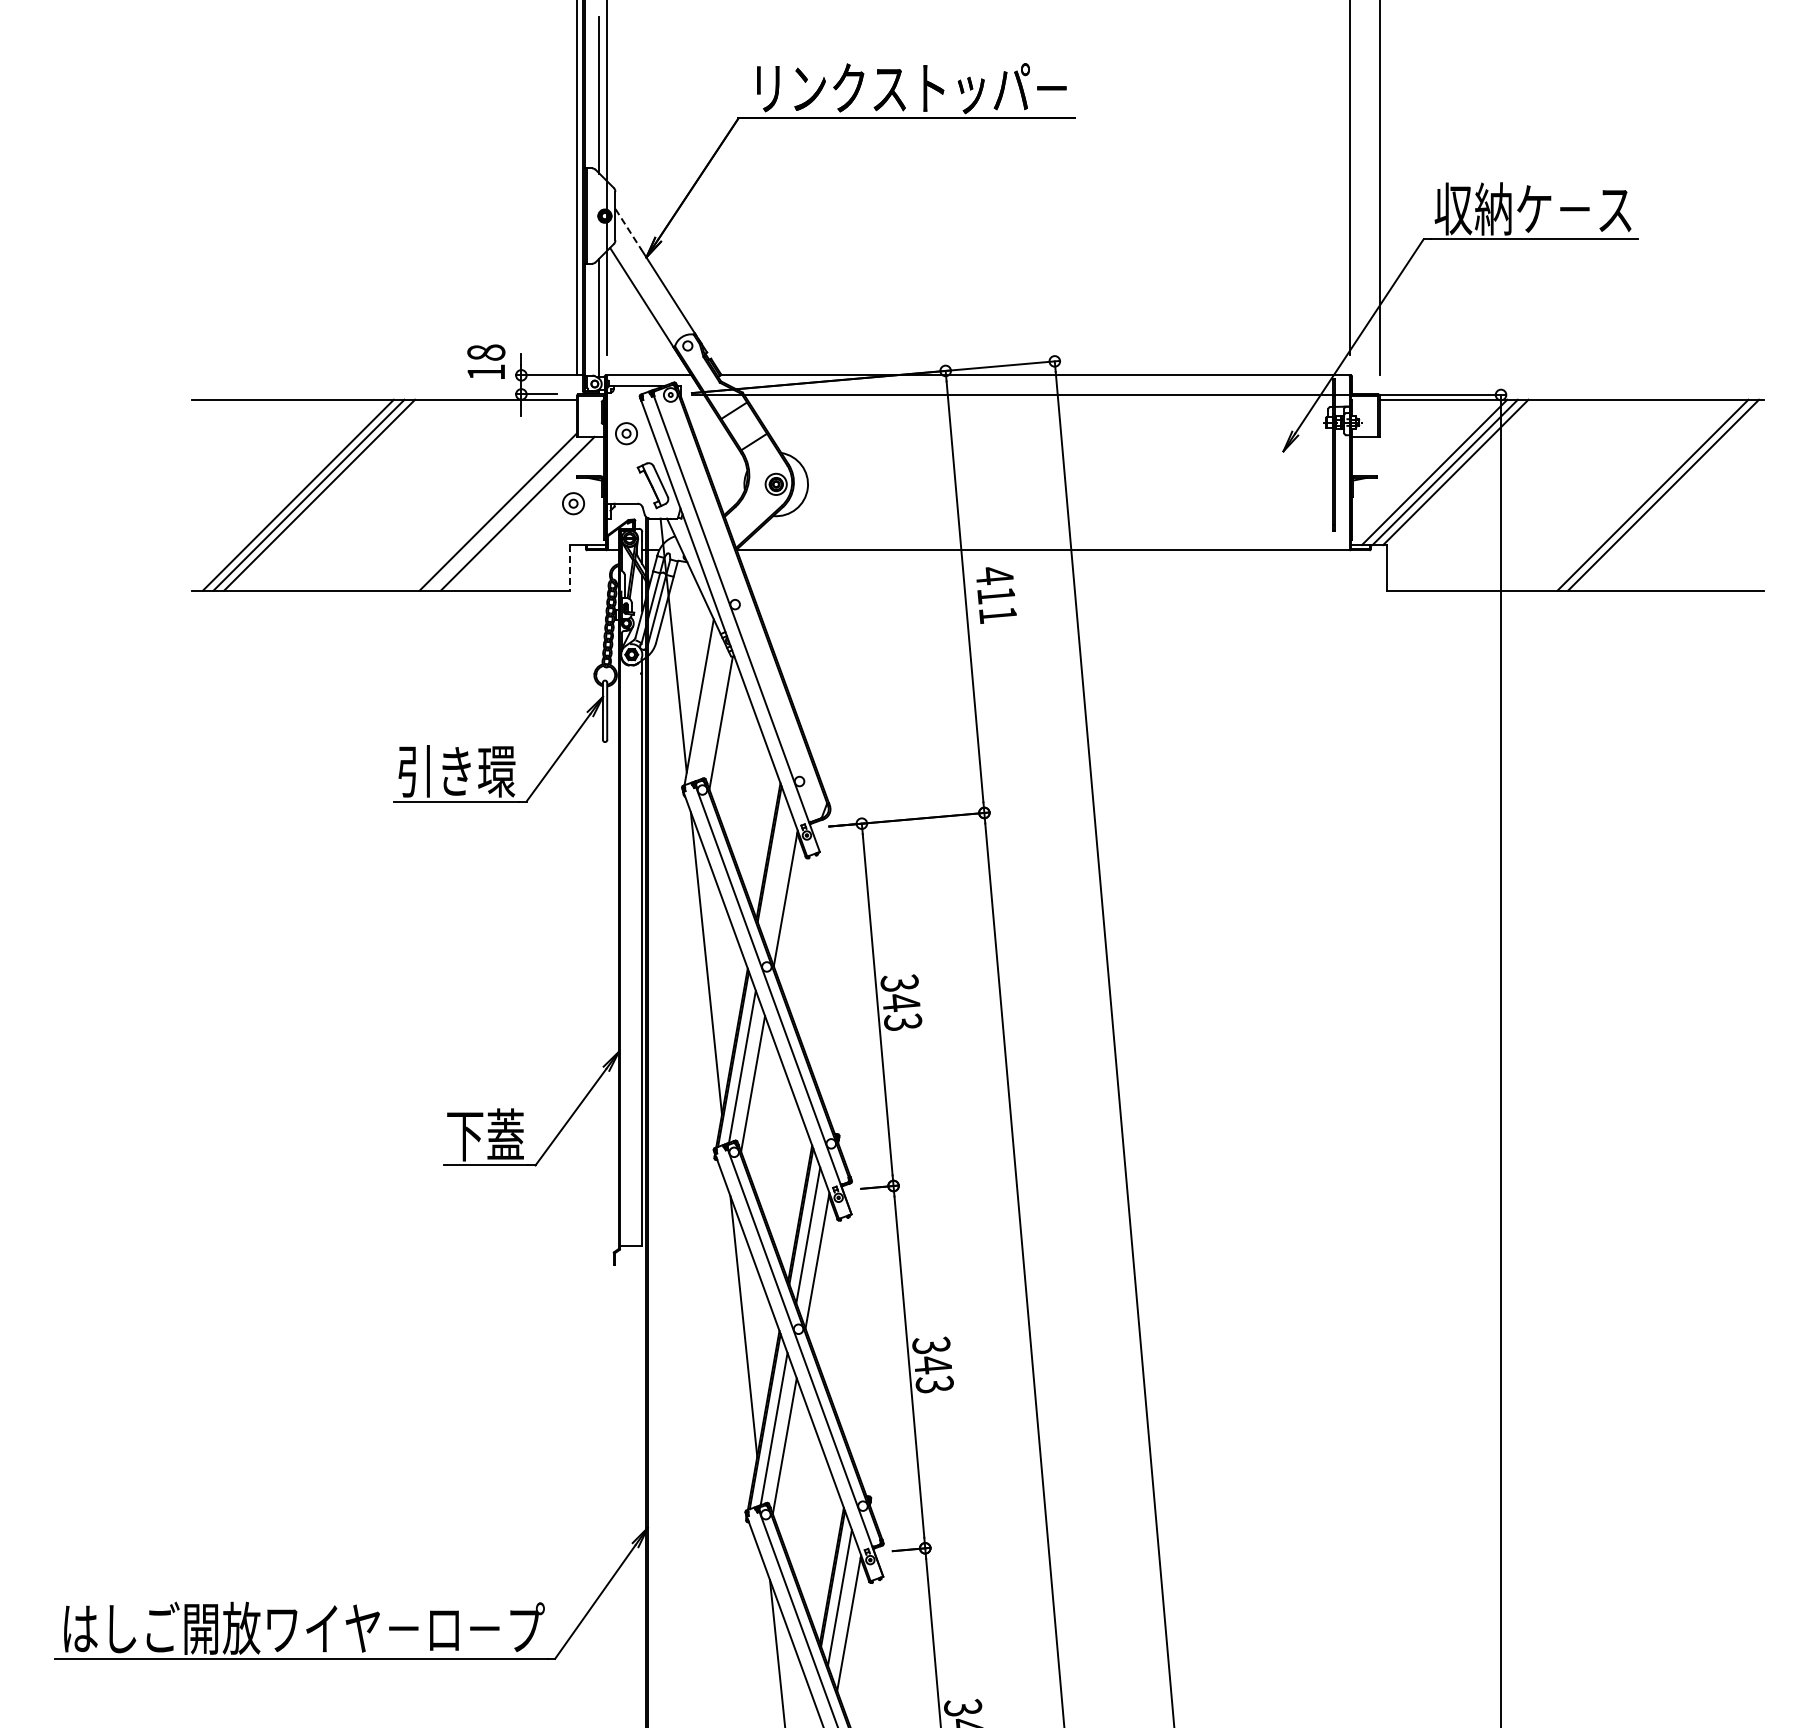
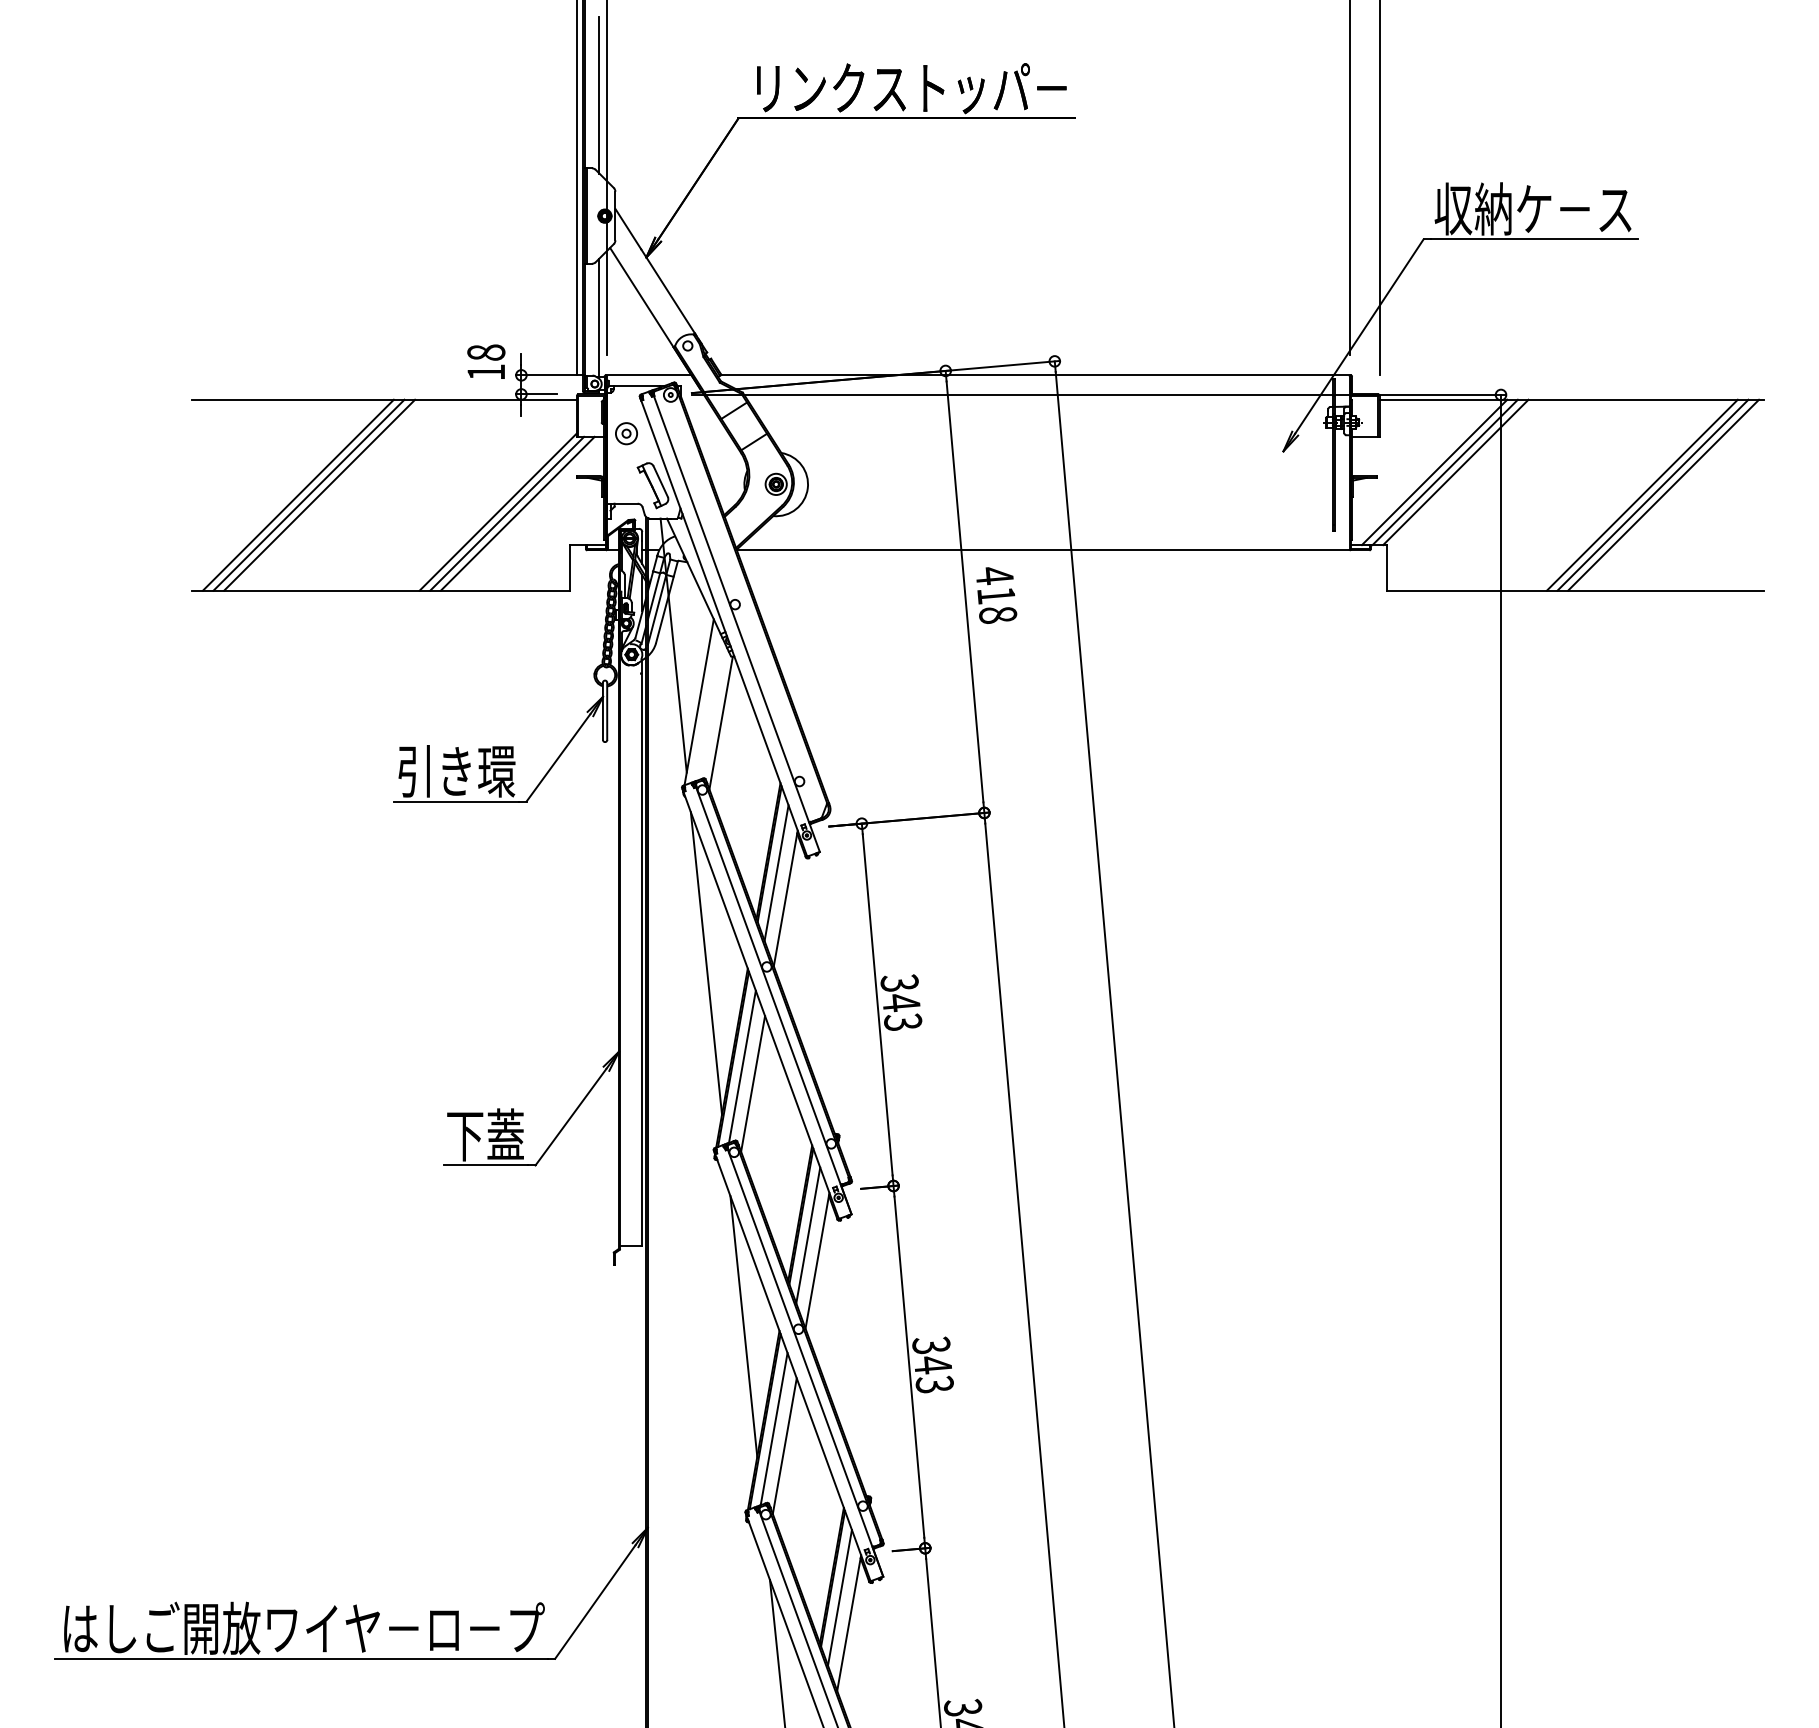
line at (628, 229): dashed -> solid
line at (1641, 494): none -> present
part at (573, 503): present -> none
line at (507, 513): none -> present
line at (570, 567): dashed -> solid
text at (998, 615): 411 -> 418
line at (776, 873): none -> present
